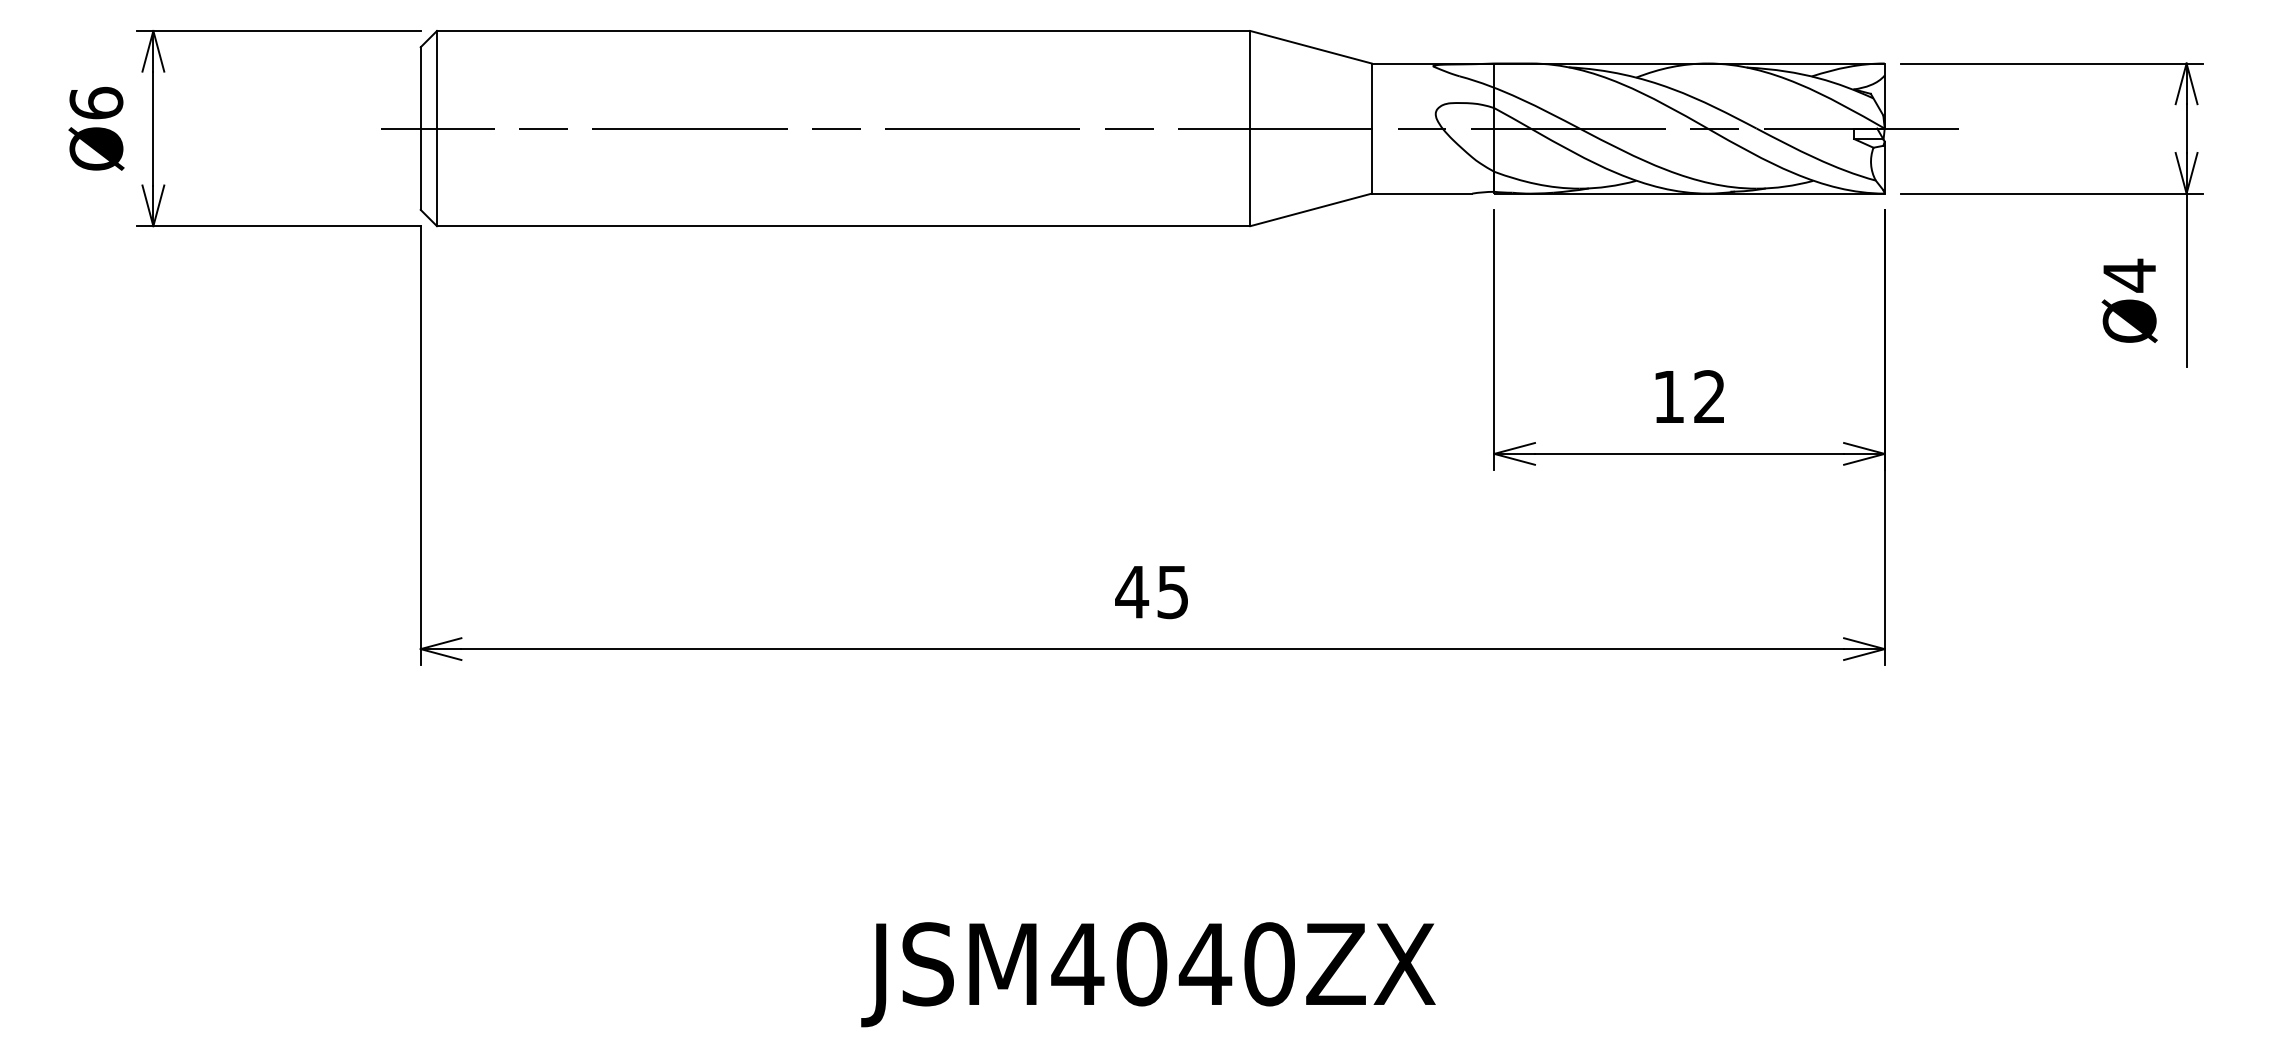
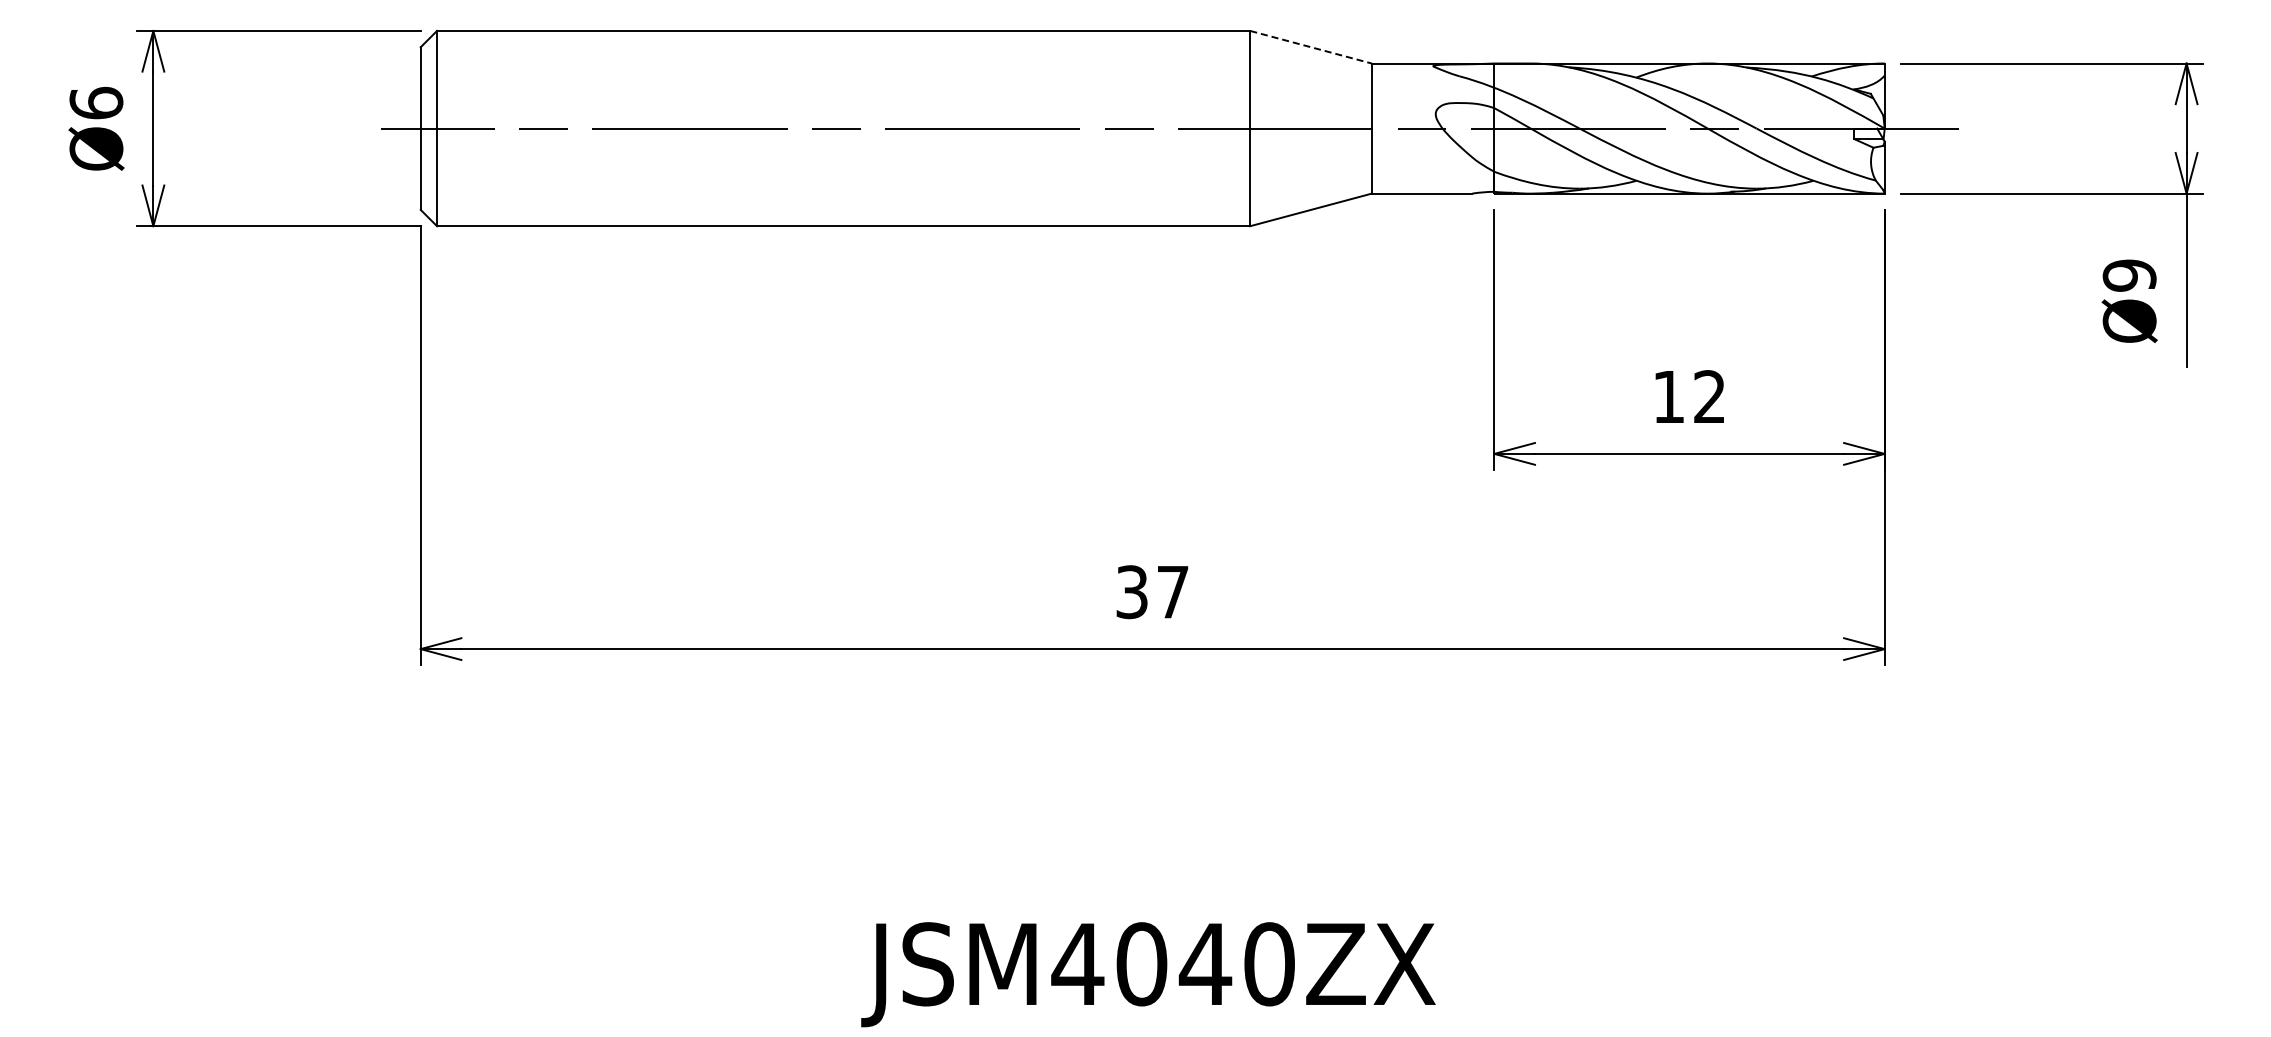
line at (1311, 47): solid -> dashed
text at (2129, 275): Ø4 -> Ø9
text at (1151, 592): 45 -> 37
